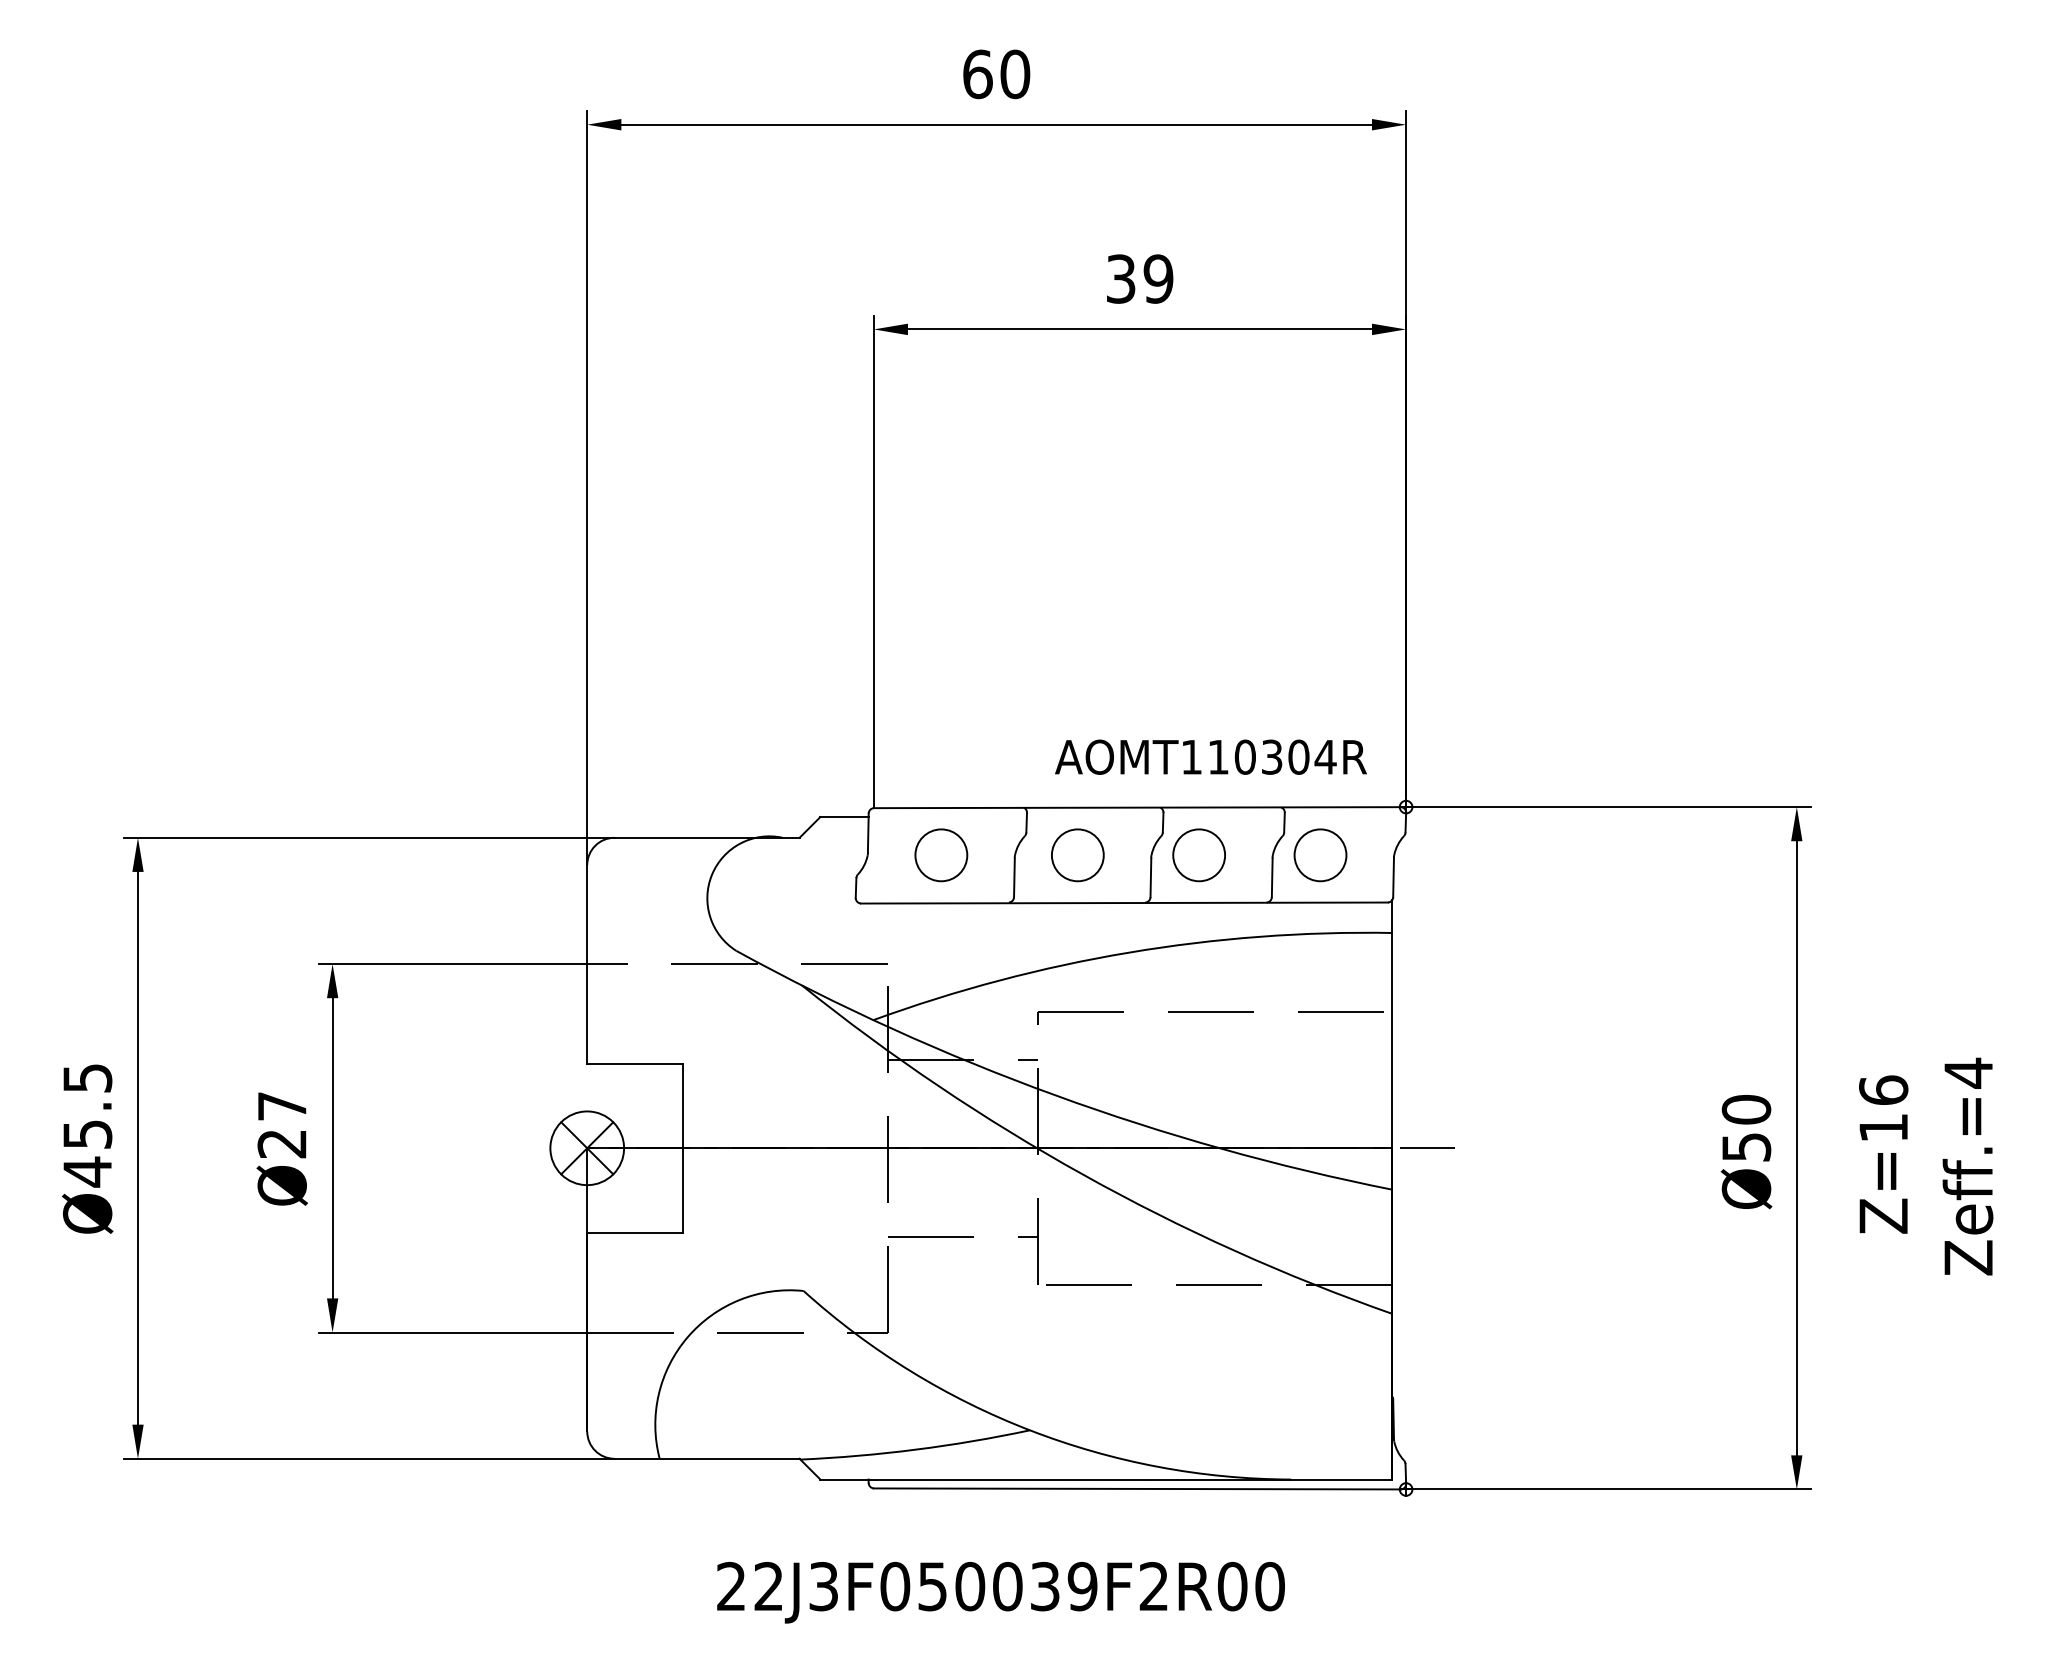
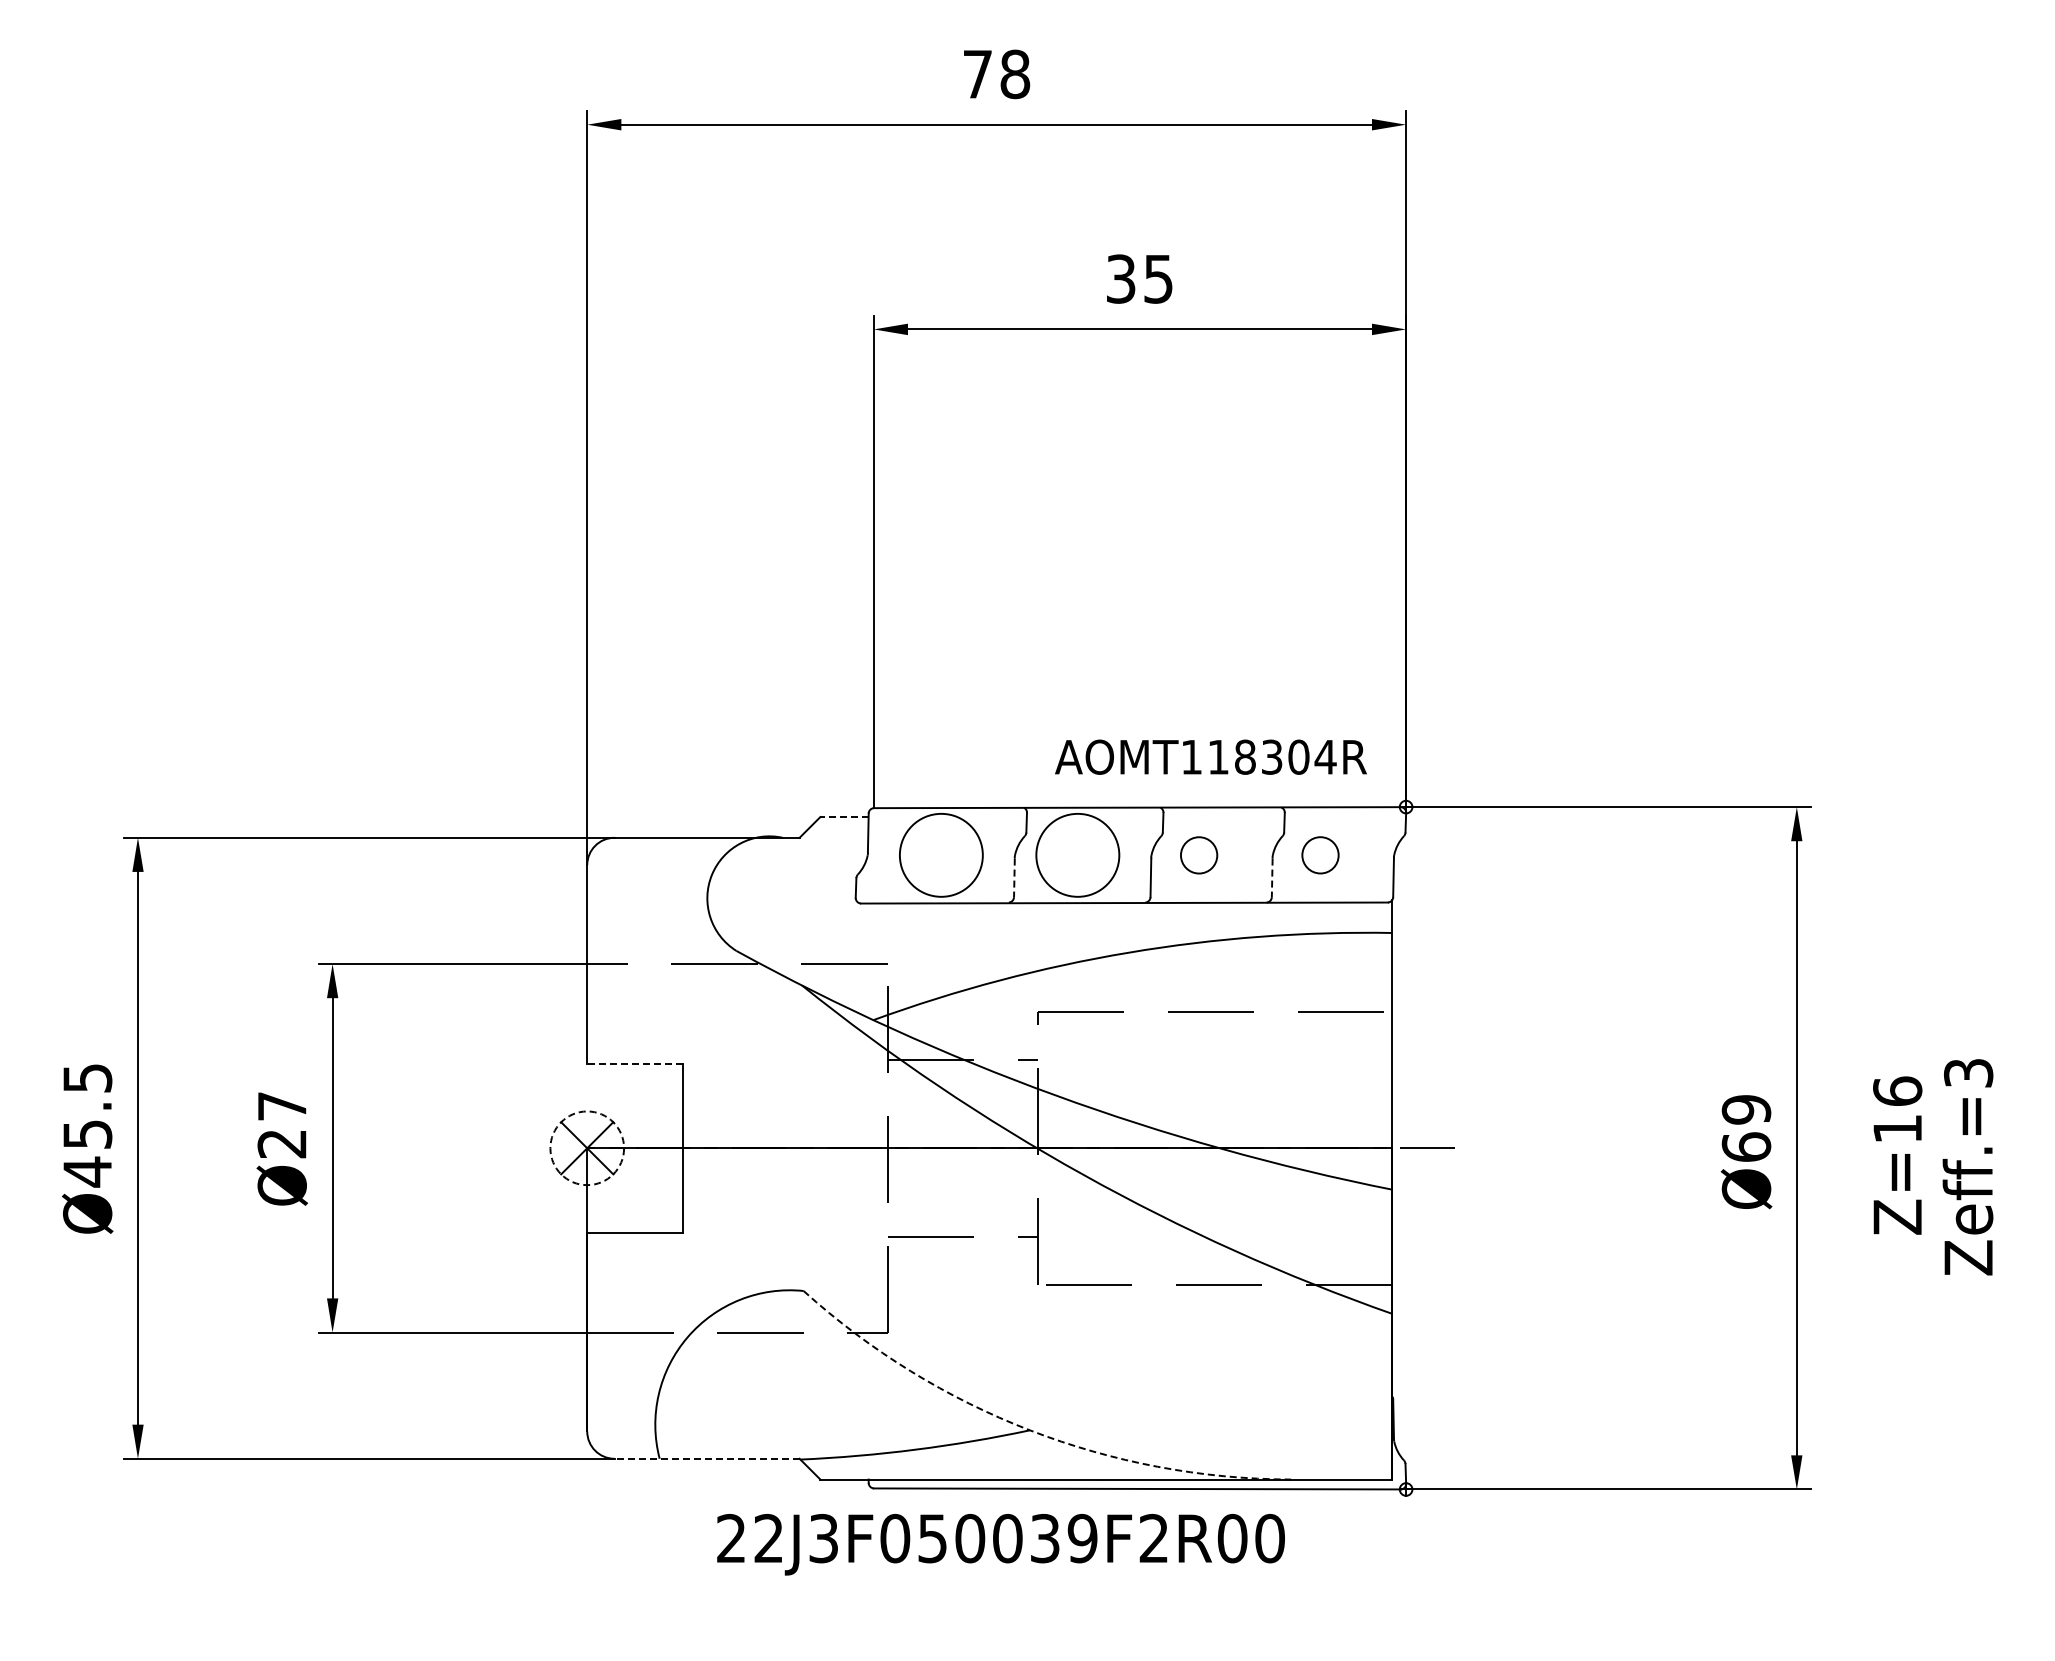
text at (996, 74): 60 -> 78
text at (1158, 278): 39 -> 35
text at (1244, 756): AOMT110304R -> AOMT118304R
line at (844, 817): solid -> dashed
circle at (941, 855) diameter: 52 px -> 83 px
circle at (1077, 855) diameter: 52 px -> 83 px
circle at (1198, 855) size: 54x55 px -> 39x39 px
circle at (1320, 855) diameter: 52 px -> 36 px
line at (1014, 878): solid -> dashed
line at (1272, 878): solid -> dashed
line at (635, 1063): solid -> dashed
text at (1968, 1072): Zeff.=4 -> Zeff.=3
text at (1746, 1128): Ø50 -> Ø69
circle at (587, 1148): solid -> dashed
text at (1883, 1154) position: (1883, 1154) -> (1897, 1155)
arc at (1029, 1430): solid -> dashed
line at (707, 1458): solid -> dashed
text at (1000, 1592) position: (1000, 1592) -> (1000, 1544)
